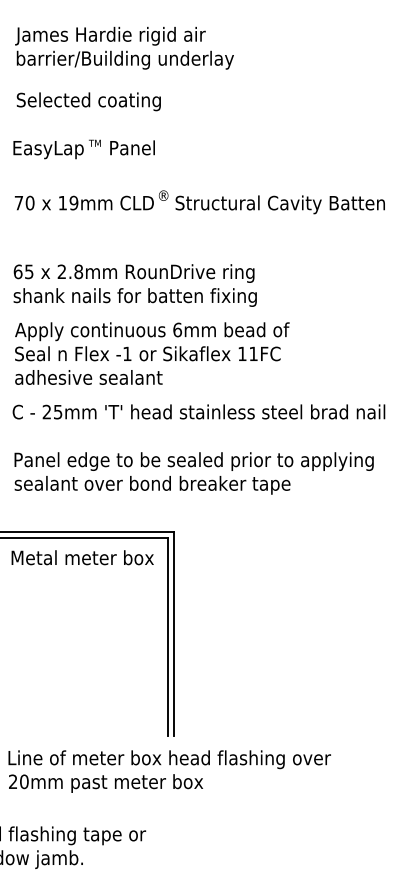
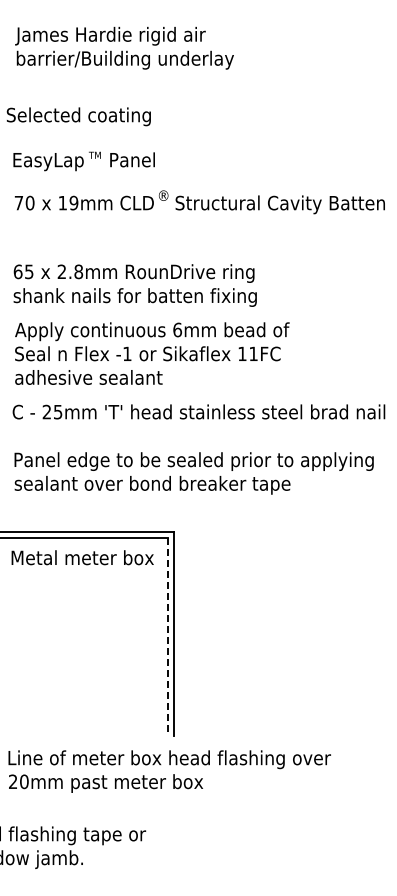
text at (88, 101) position: (88, 101) -> (78, 116)
text at (83, 149) position: (83, 149) -> (83, 161)
line at (167, 637): solid -> dashed
